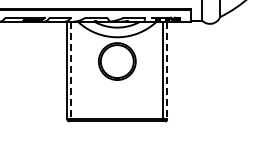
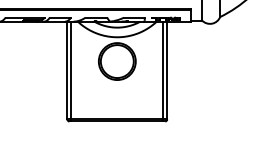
line at (71, 70): dashed -> solid
line at (167, 70): dashed -> solid
